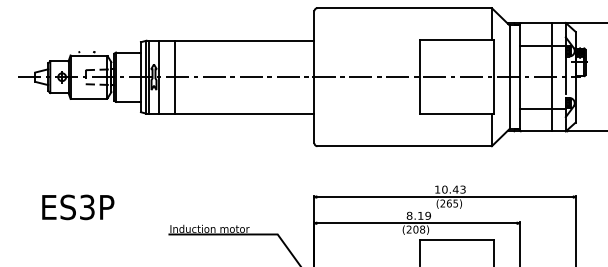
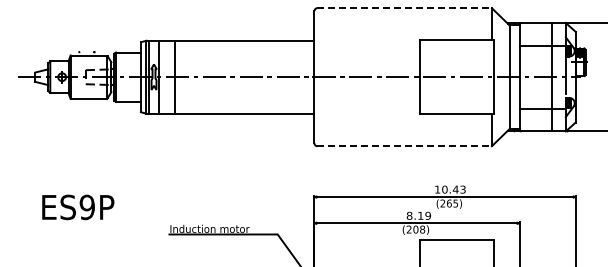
line at (405, 8): solid -> dashed
line at (405, 146): solid -> dashed
text at (86, 206): ES3P -> ES9P
